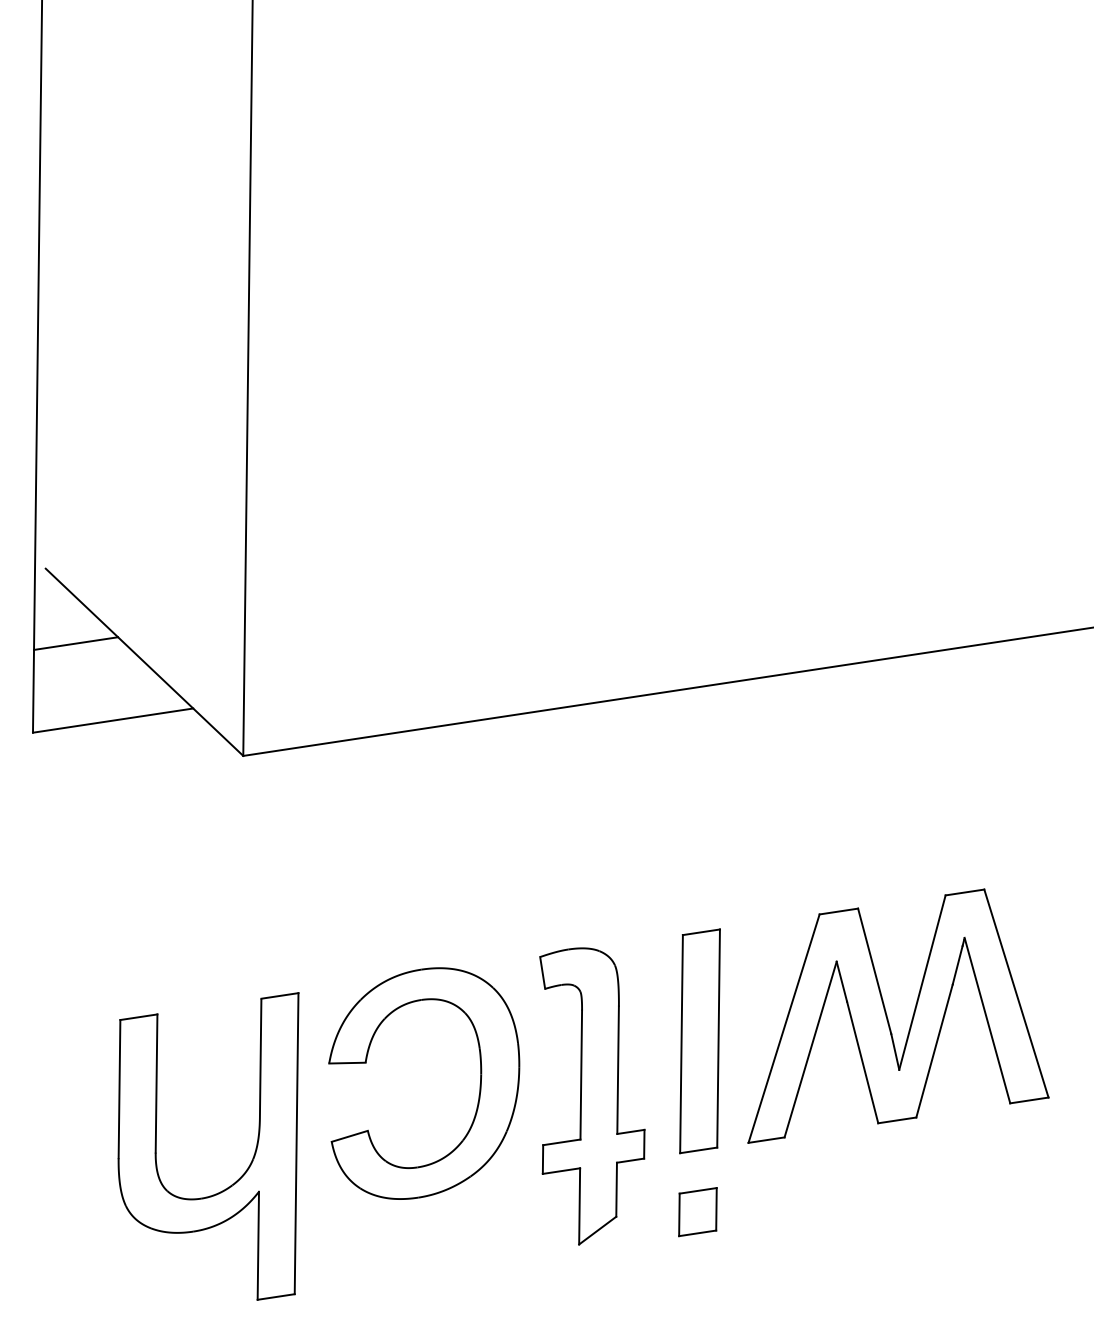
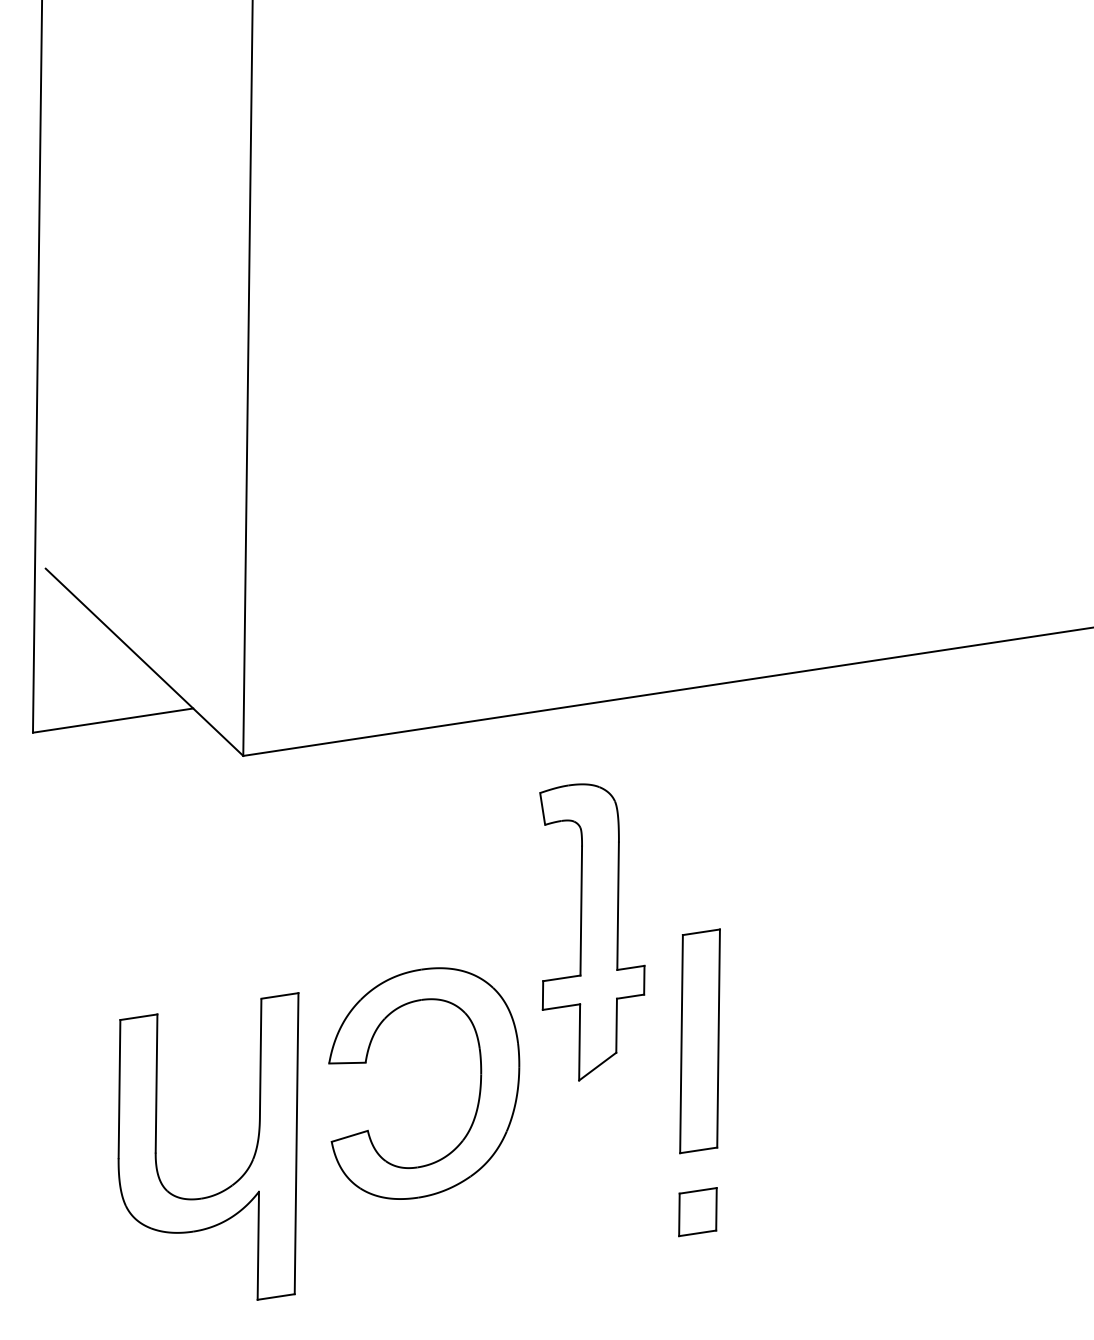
line at (76, 643): present -> none
part at (888, 1018): present -> none
part at (592, 1096) position: (592, 1096) -> (592, 932)
